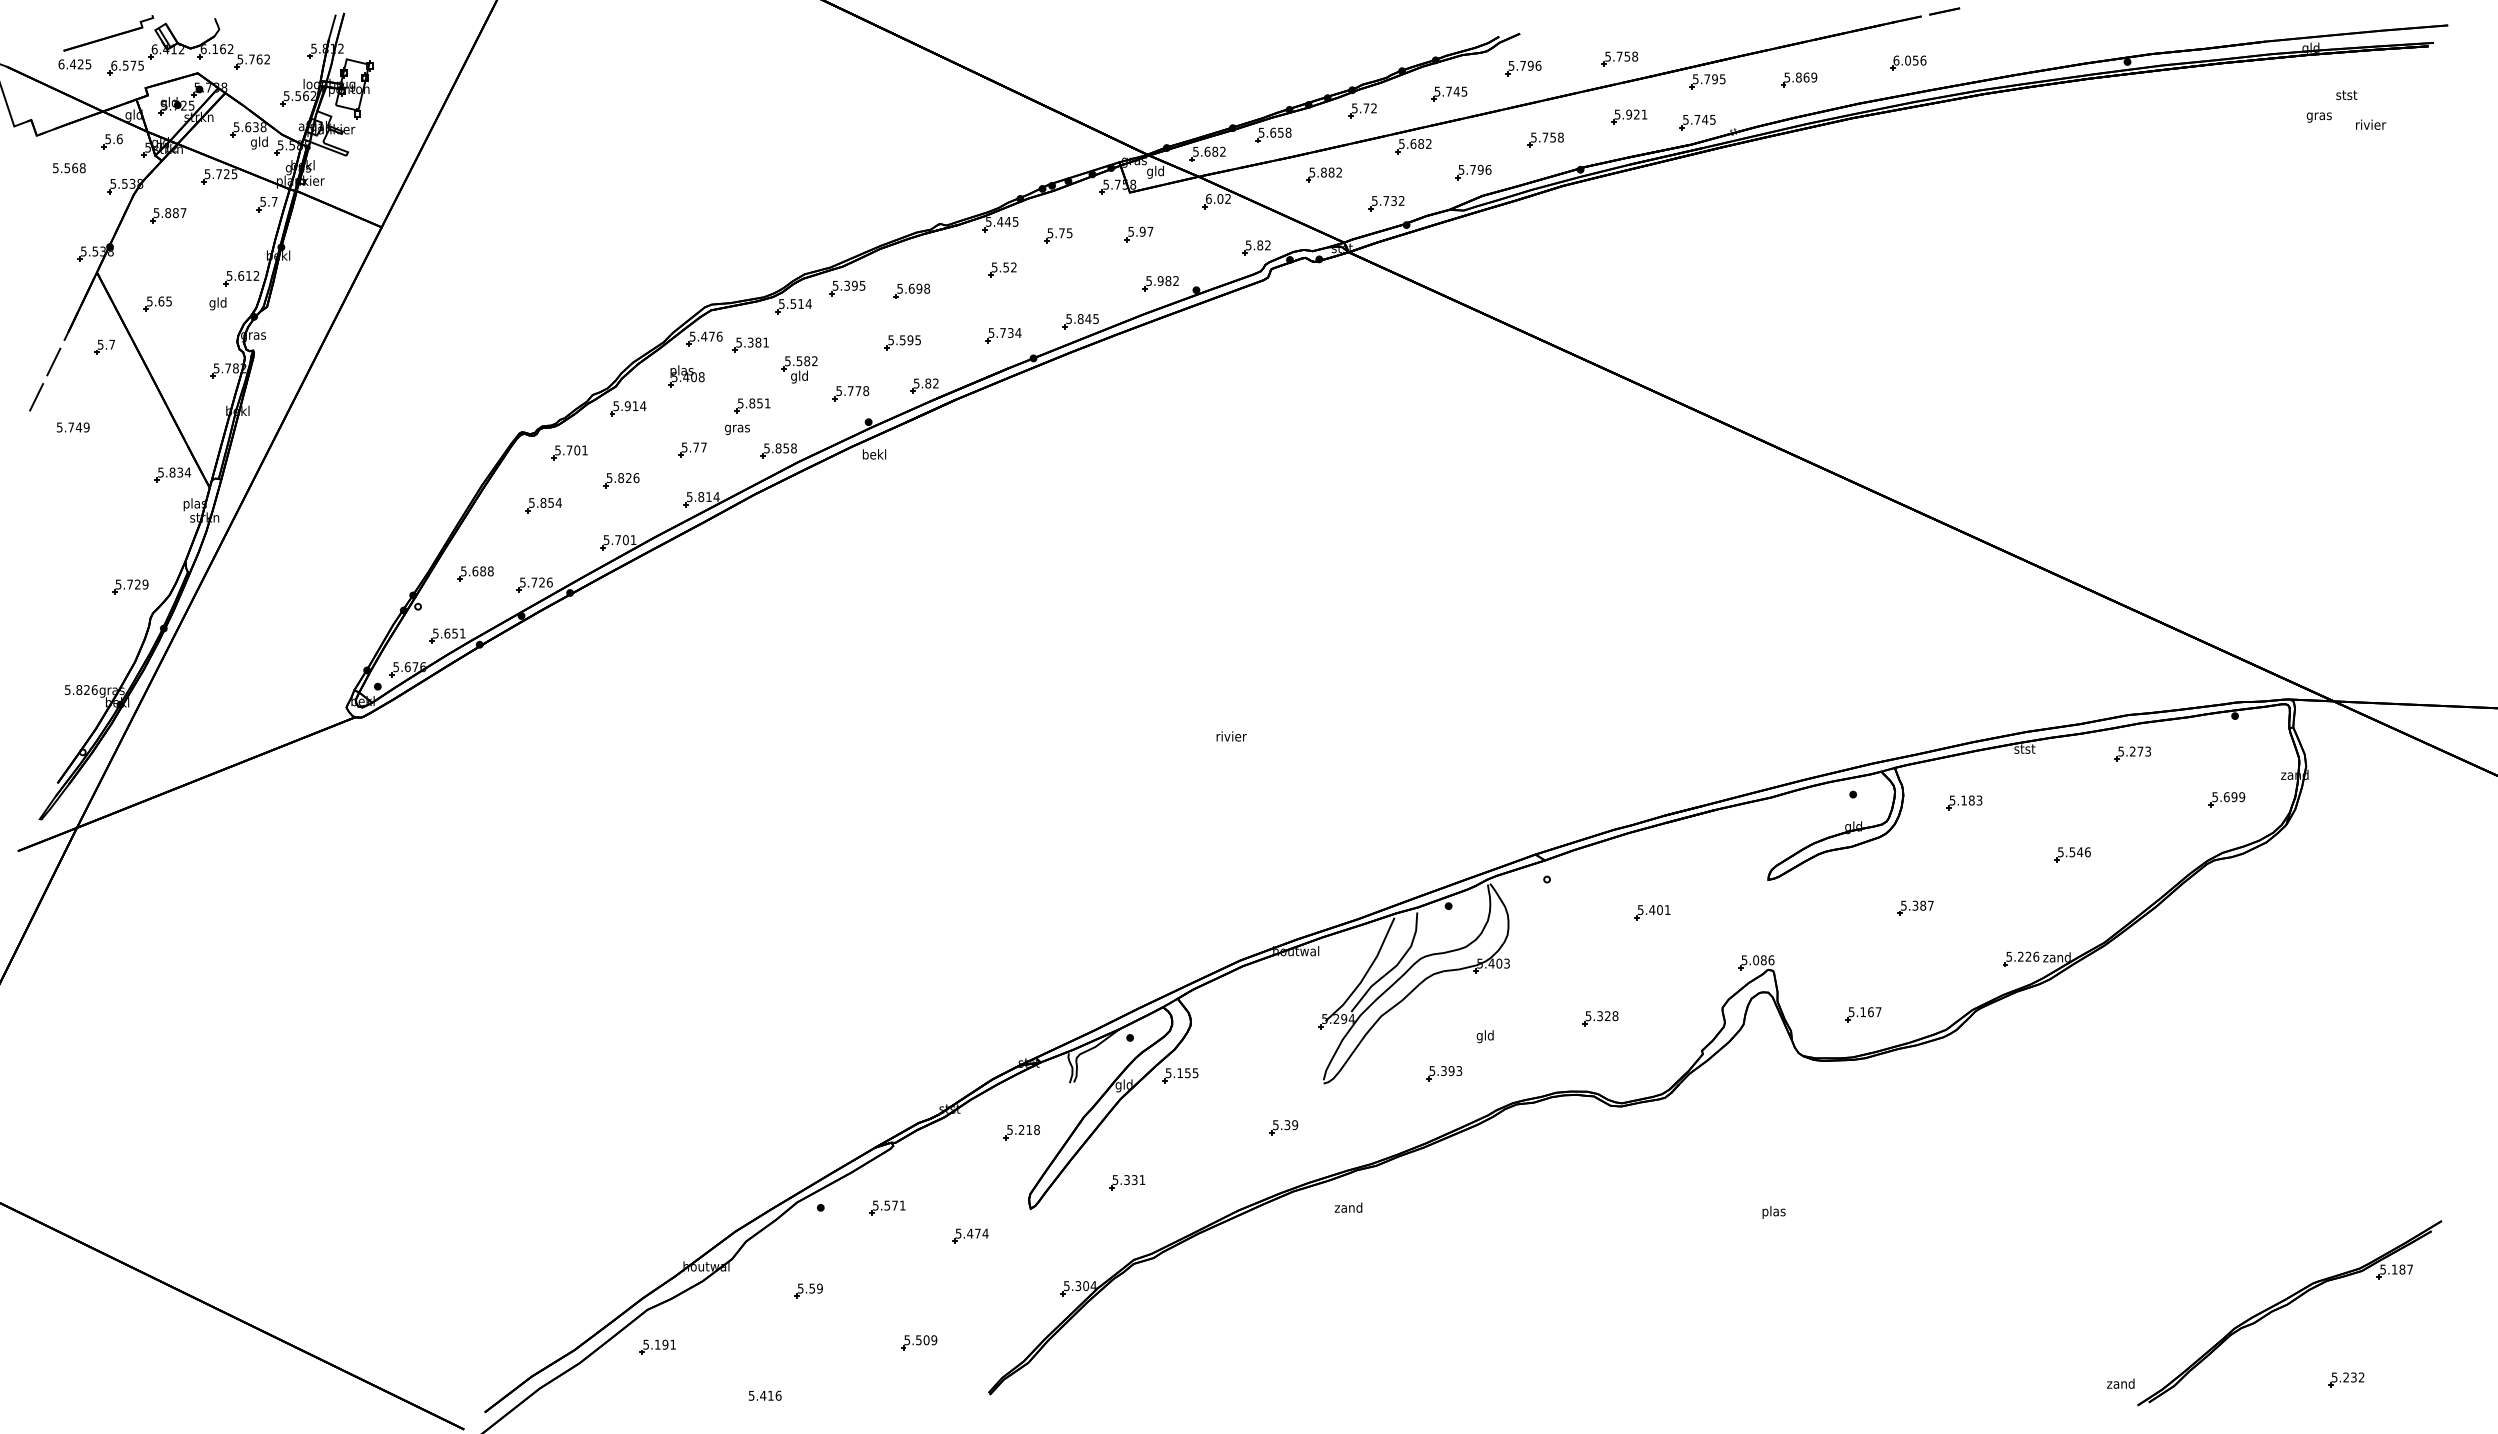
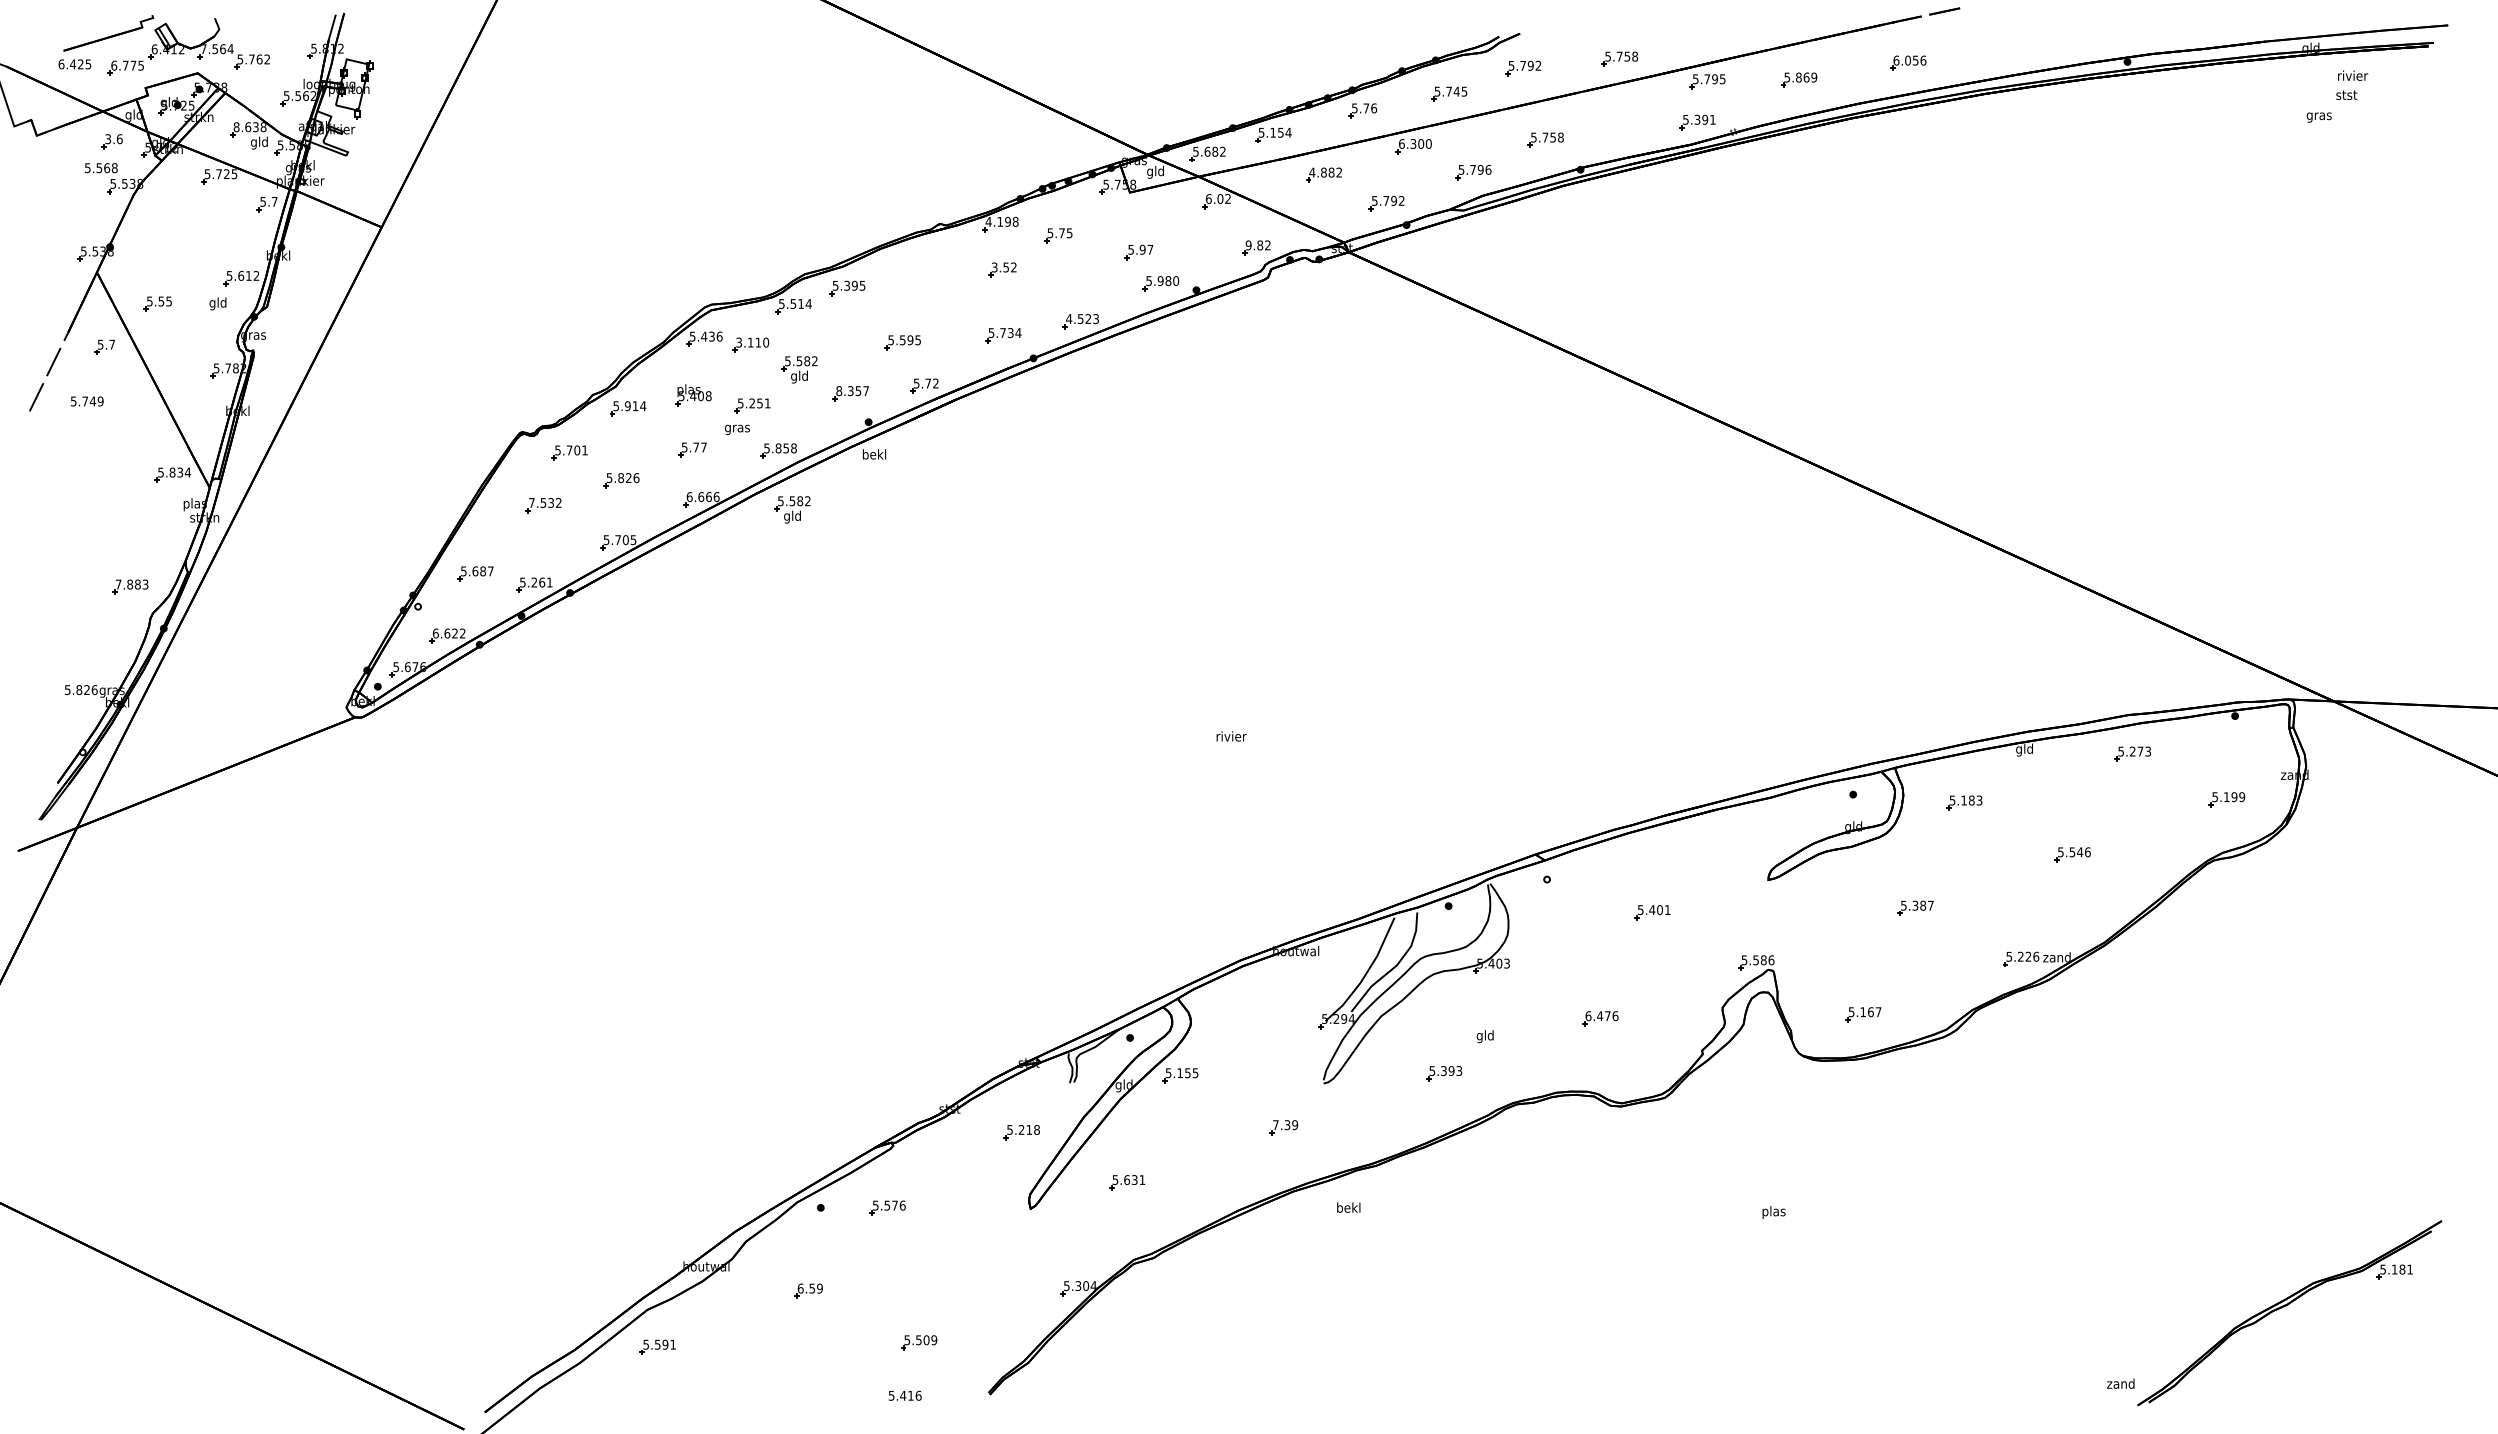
text at (216, 49): 6.162 -> 7.564
text at (125, 65): 6.575 -> 6.775
text at (1538, 65): 5.796 -> 5.792
text at (1374, 108): 5.72 -> 5.76
part at (1629, 116): present -> none
text at (1704, 119): 5.745 -> 5.391
text at (2371, 124) position: (2371, 124) -> (2353, 75)
text at (236, 127): 5.638 -> 8.638
text at (1280, 132): 5.658 -> 5.154
text at (108, 138): 5.6 -> 3.6
text at (1415, 143): 5.682 -> 6.300
text at (69, 168) position: (69, 168) -> (101, 168)
text at (1312, 172): 5.882 -> 4.882
text at (1393, 200): 5.732 -> 5.792
part at (168, 215): present -> none
text at (1001, 221): 5.445 -> 4.198
part at (1138, 234) position: (1138, 234) -> (1138, 252)
text at (1248, 245): 5.82 -> 9.82
text at (994, 266): 5.52 -> 3.52
text at (1176, 281): 5.982 -> 5.980
part at (911, 290): present -> none
text at (161, 301): 5.65 -> 5.55
text at (1082, 319): 5.845 -> 4.523
text at (711, 336): 5.476 -> 5.436
text at (752, 342): 5.381 -> 3.110
part at (686, 376) position: (686, 376) -> (693, 395)
text at (928, 383): 5.82 -> 5.72
text at (852, 391): 5.778 -> 8.357
text at (752, 403): 5.851 -> 5.251
text at (72, 427) position: (72, 427) -> (86, 401)
text at (702, 497): 5.814 -> 6.666
text at (545, 502): 5.854 -> 7.532
part at (792, 509): none -> present
text at (633, 540): 5.701 -> 5.705
text at (490, 571): 5.688 -> 5.687
text at (541, 582): 5.726 -> 5.261
text at (131, 584): 5.729 -> 7.883
text at (448, 633): 5.651 -> 6.622
text at (2024, 749): stst -> gld
text at (2226, 797): 5.699 -> 5.199
text at (1756, 960): 5.086 -> 5.586
text at (1601, 1016): 5.328 -> 6.476
text at (1275, 1125): 5.39 -> 7.39
text at (1127, 1179): 5.331 -> 5.631
text at (902, 1205): 5.571 -> 5.576
text at (1348, 1207): zand -> bekl
part at (970, 1235): present -> none
text at (2409, 1269): 5.187 -> 5.181
text at (800, 1288): 5.59 -> 6.59
text at (657, 1344): 5.191 -> 5.591
part at (2346, 1379): present -> none
text at (764, 1395) position: (764, 1395) -> (904, 1395)
